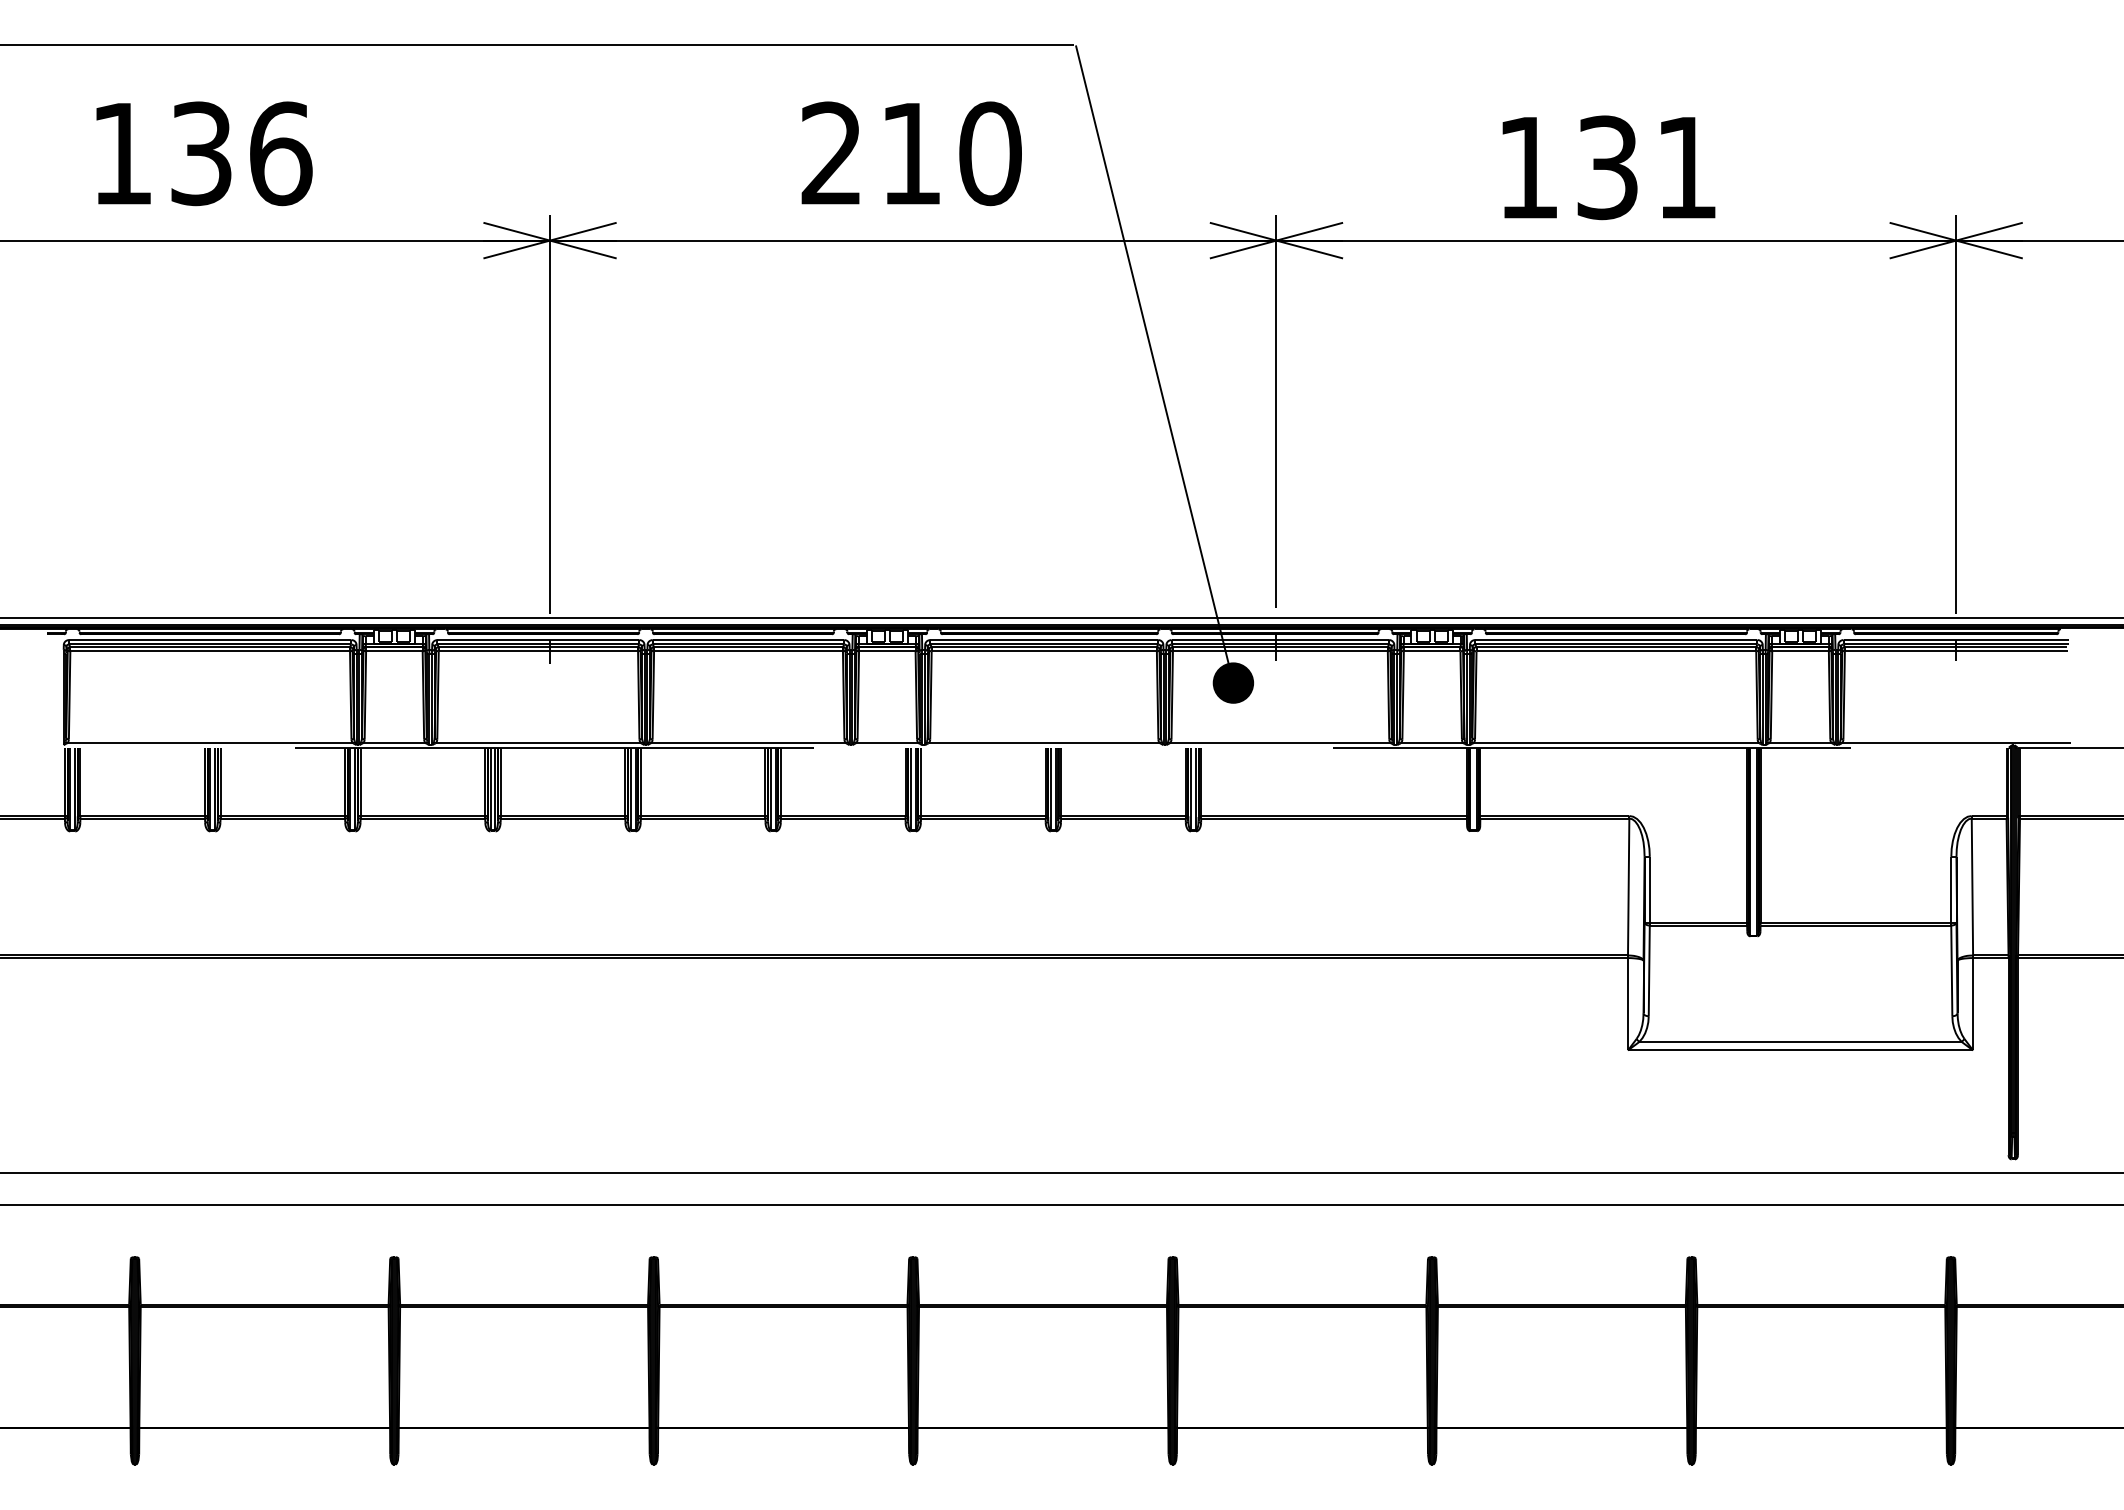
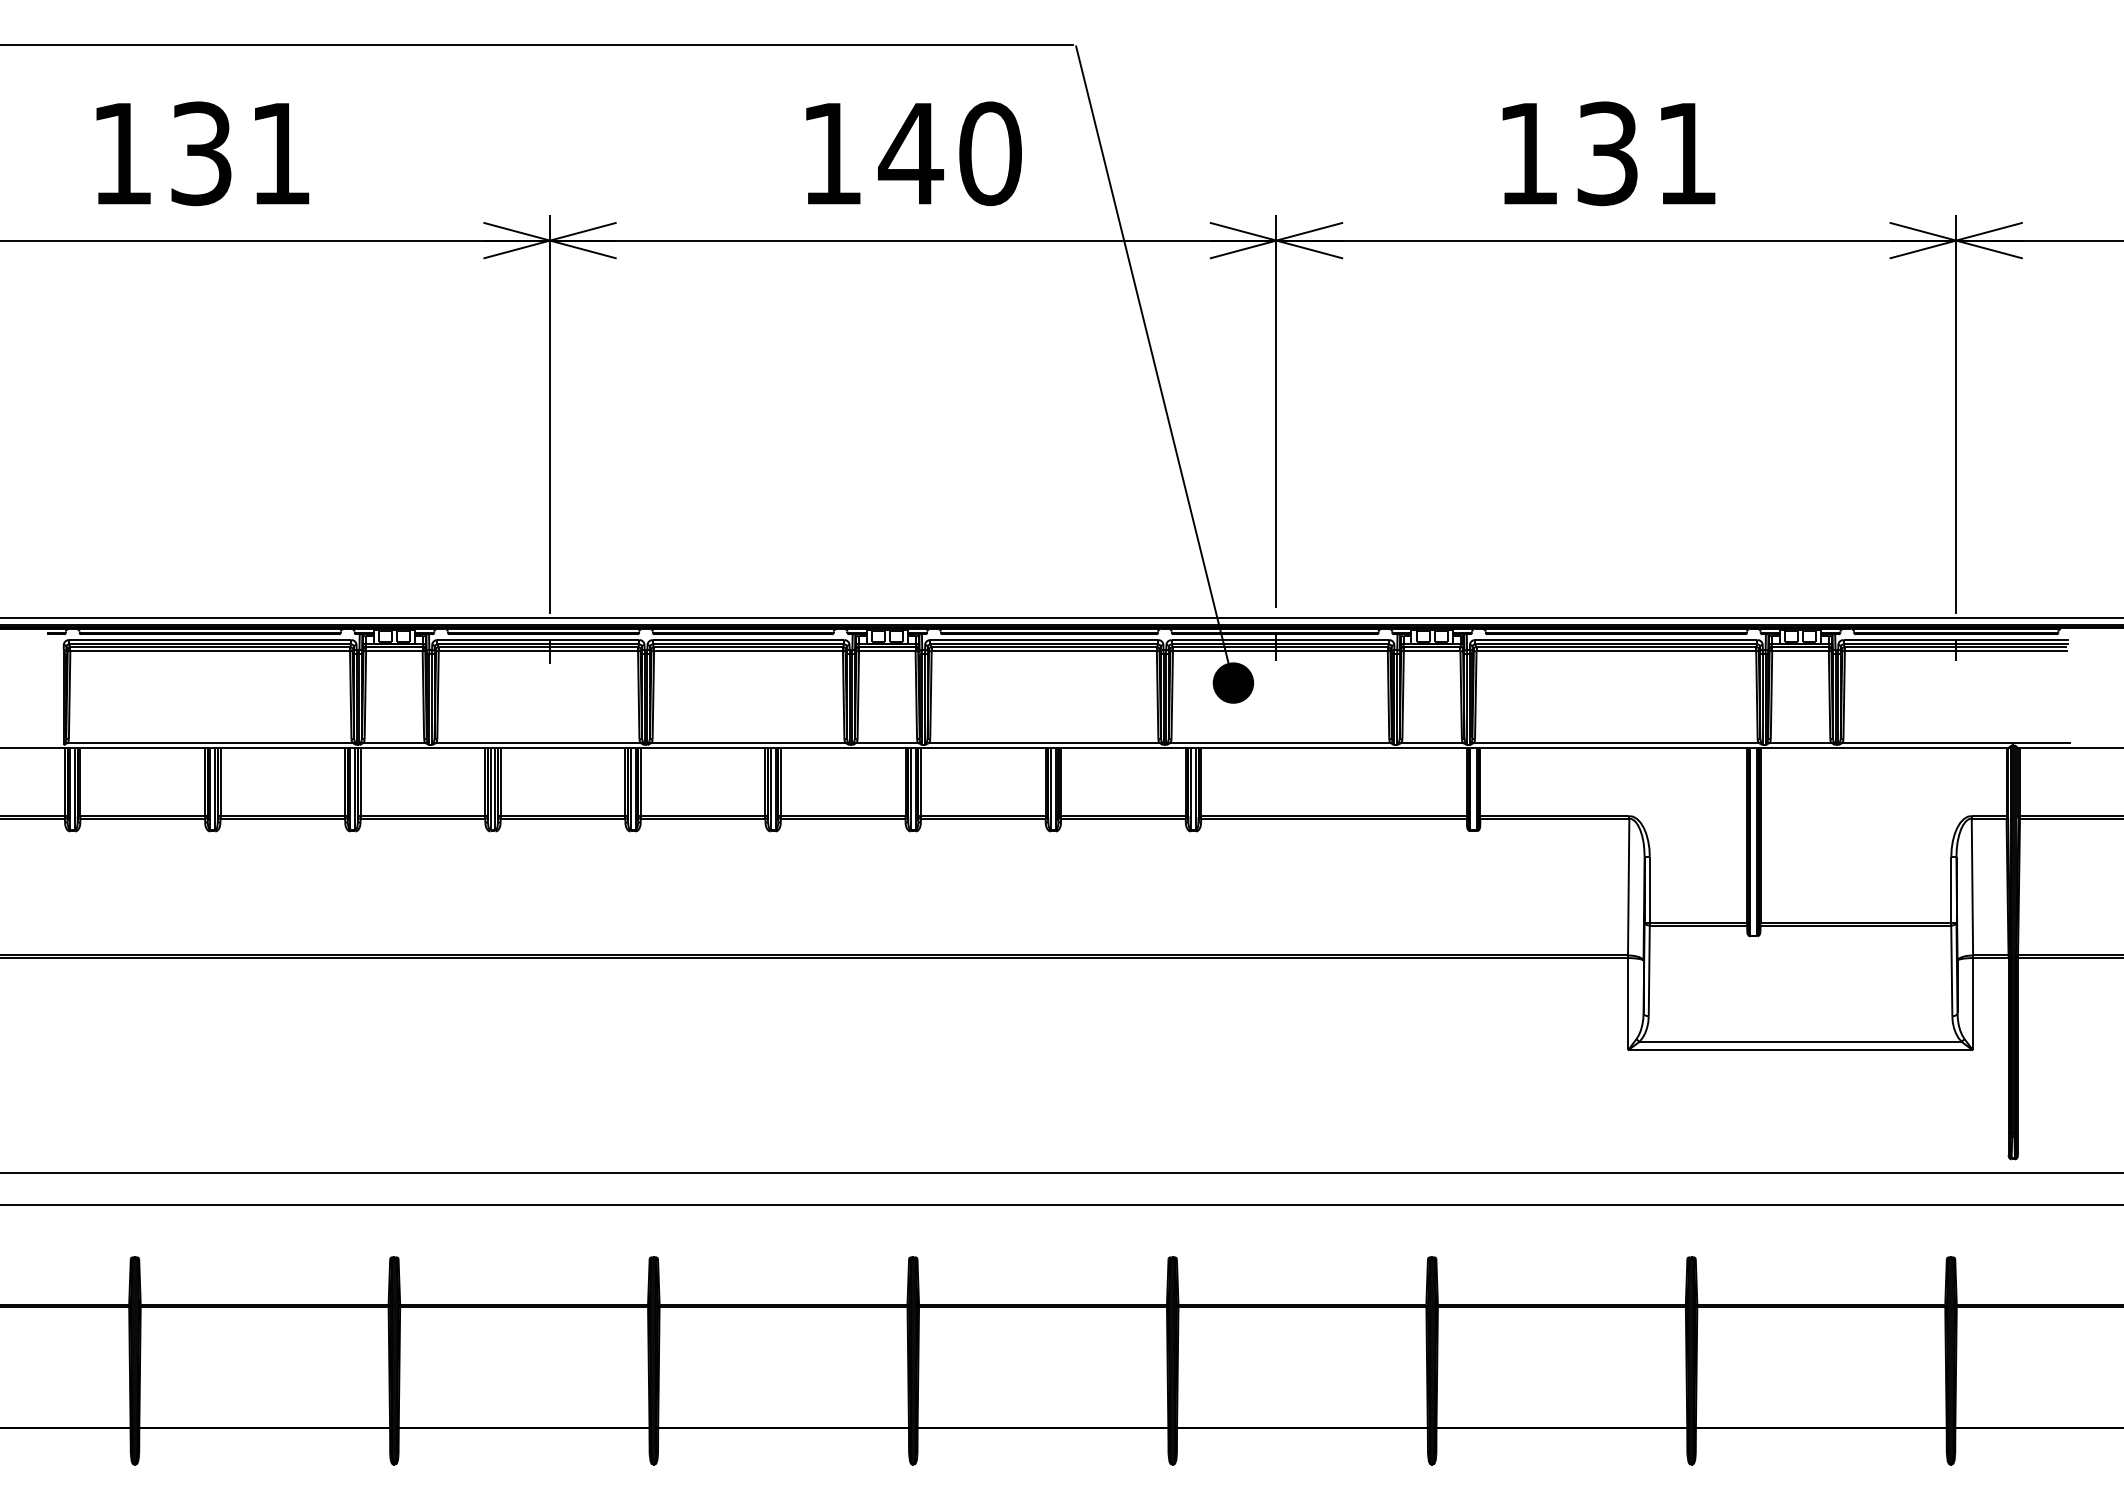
text at (872, 152): 210 -> 140
text at (281, 153): 136 -> 131
text at (1608, 167) position: (1608, 167) -> (1608, 153)
line at (1005, 747): dashed -> solid
